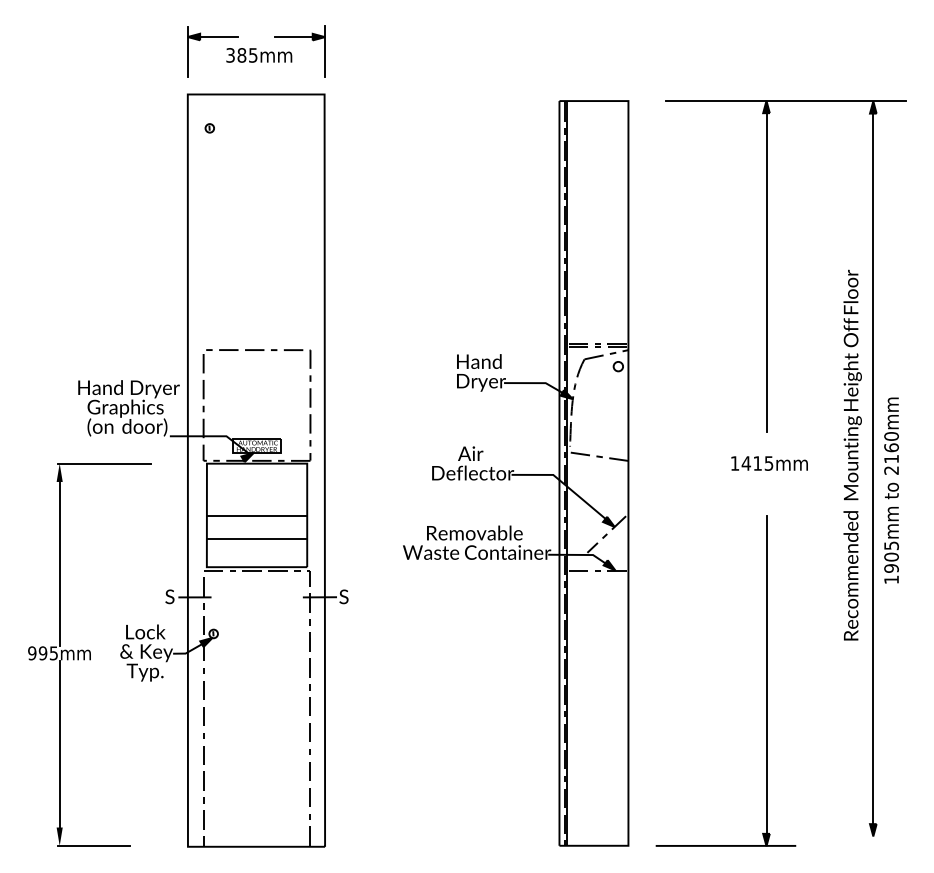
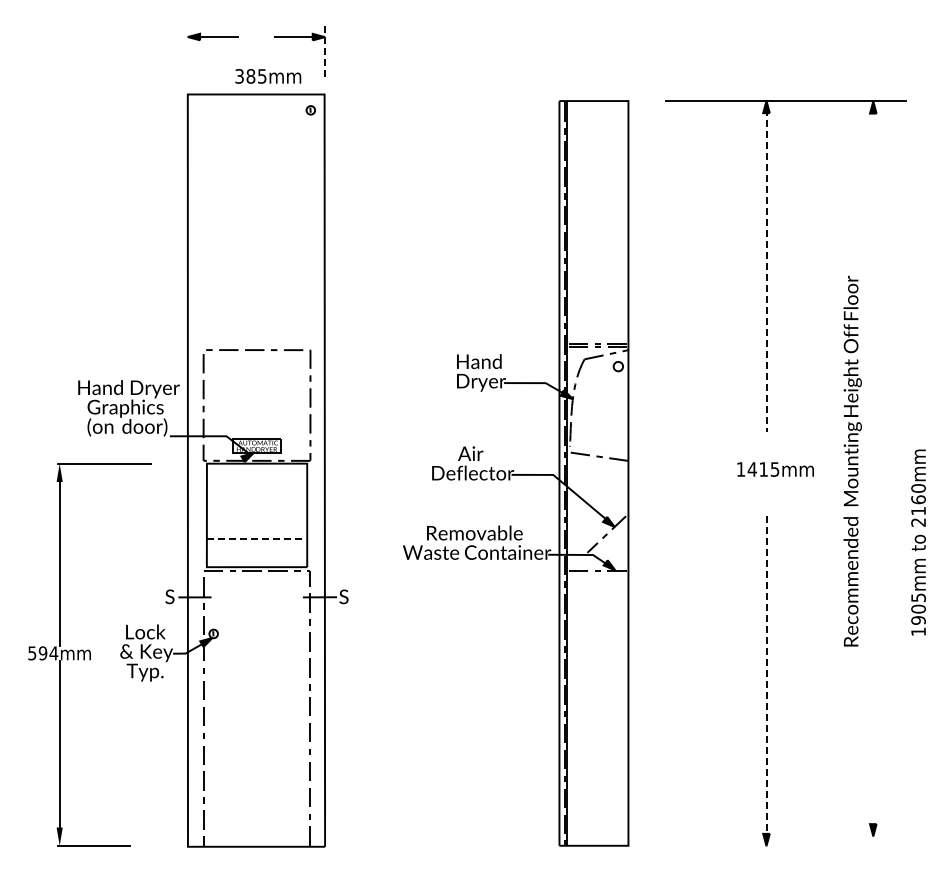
line at (188, 51): present -> none
line at (325, 52): solid -> dashed
text at (259, 55) position: (259, 55) -> (268, 76)
part at (209, 128) position: (209, 128) -> (310, 110)
line at (766, 270): solid -> dashed
text at (852, 454) position: (852, 454) -> (852, 460)
text at (769, 463) position: (769, 463) -> (775, 469)
line at (873, 466): present -> none
text at (891, 490) position: (891, 490) -> (918, 542)
line at (256, 516): present -> none
line at (256, 538): solid -> dashed
text at (43, 653): 995mm -> 594mm
line at (766, 676): solid -> dashed
line at (725, 845): present -> none
